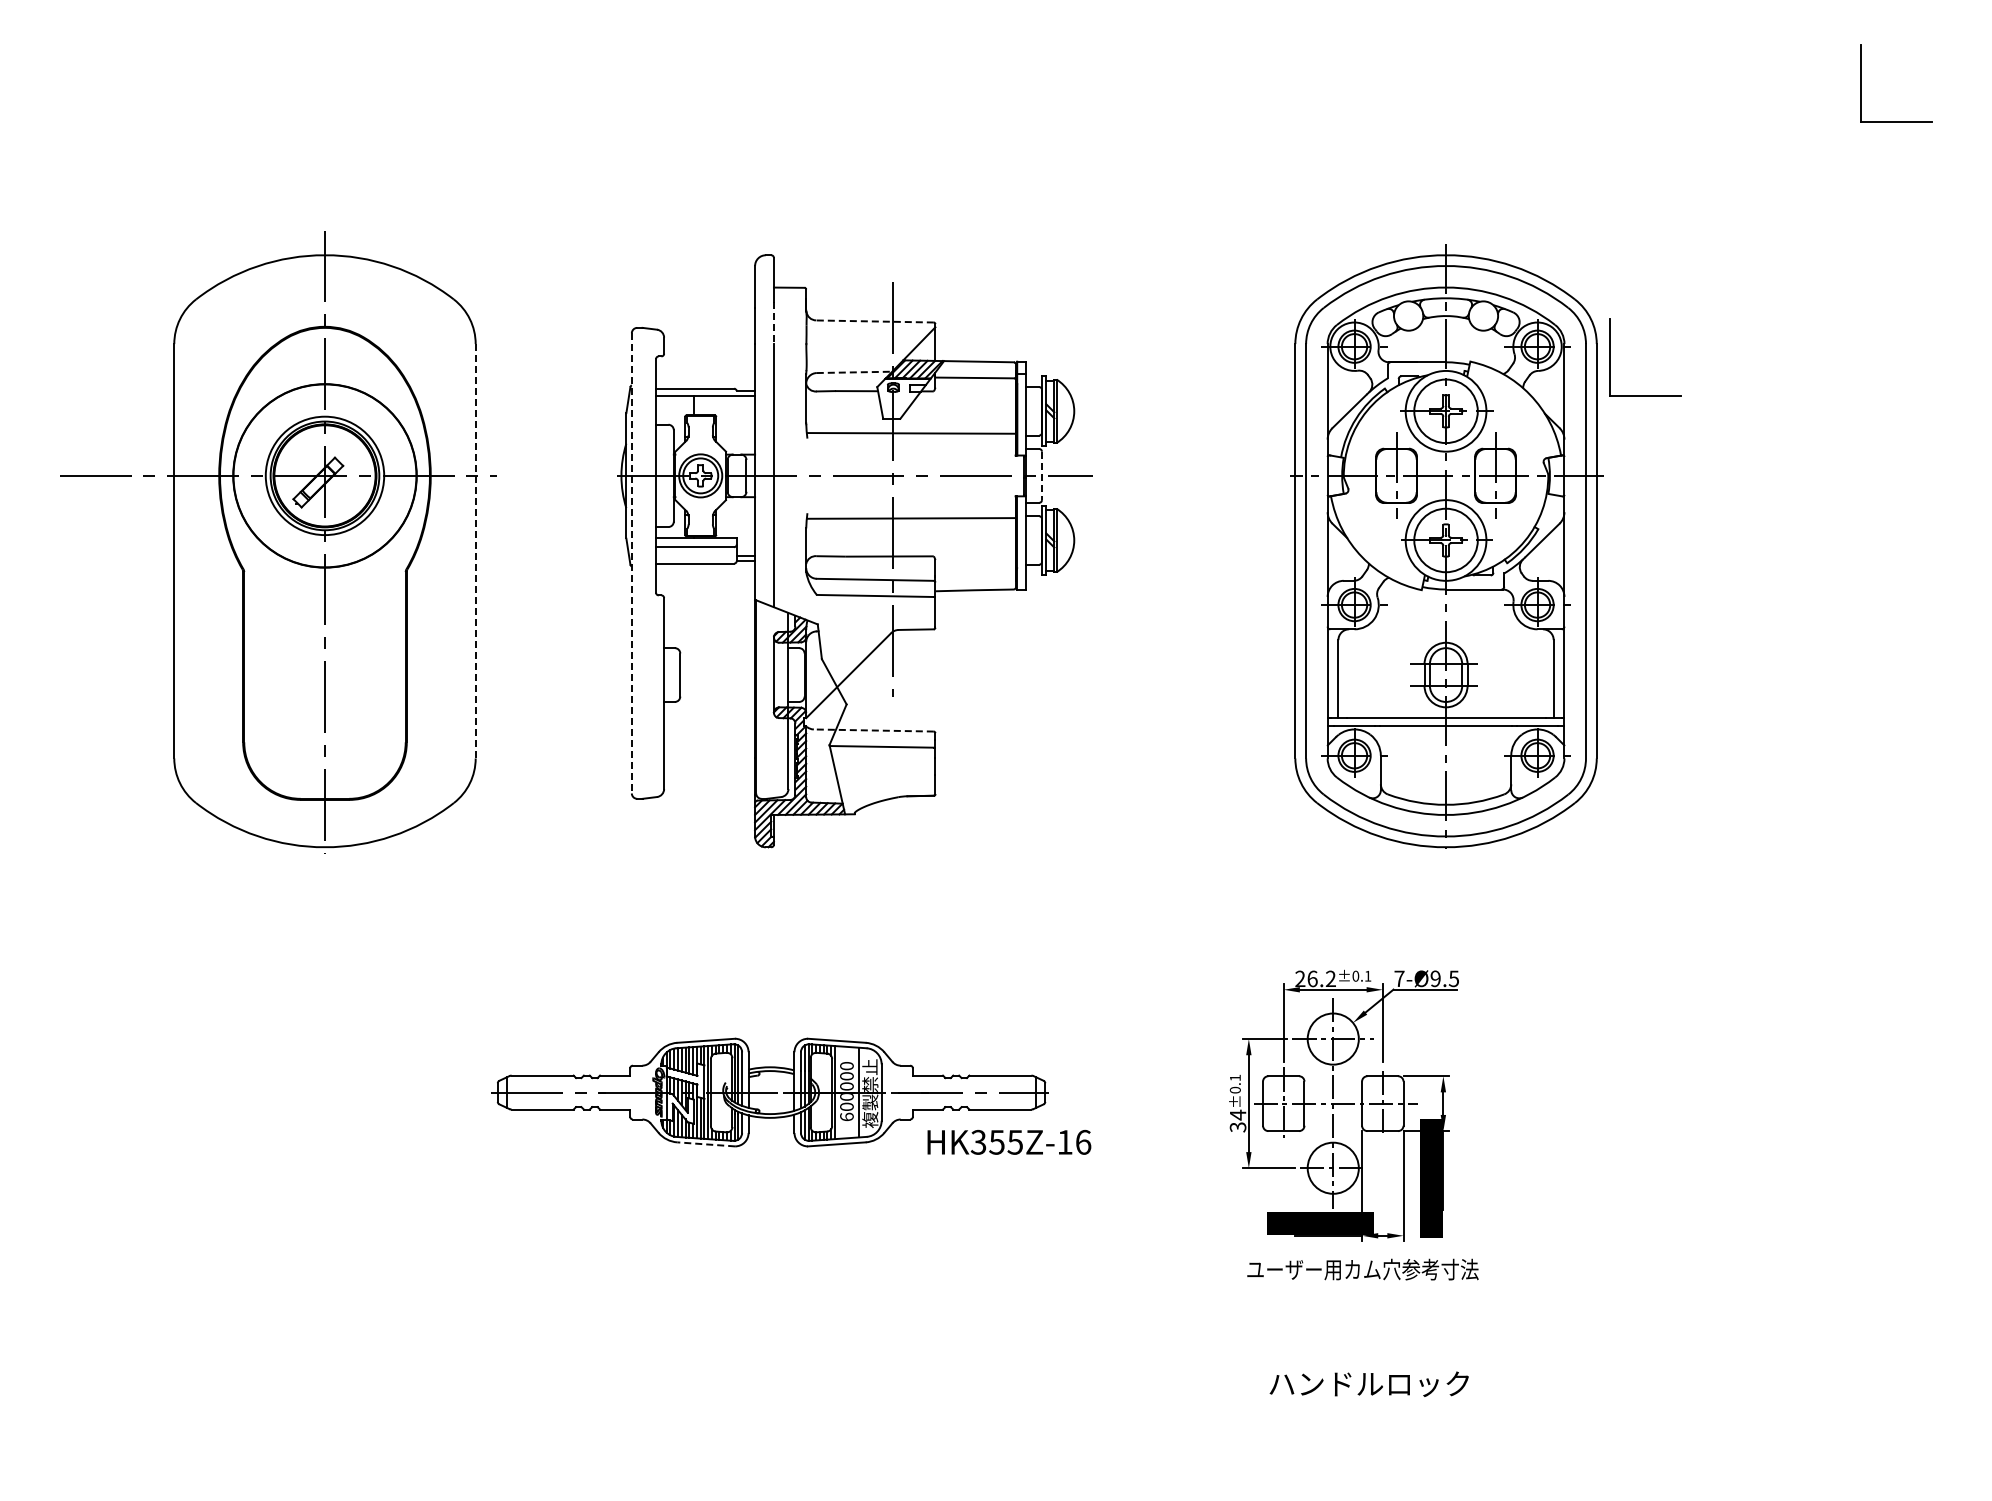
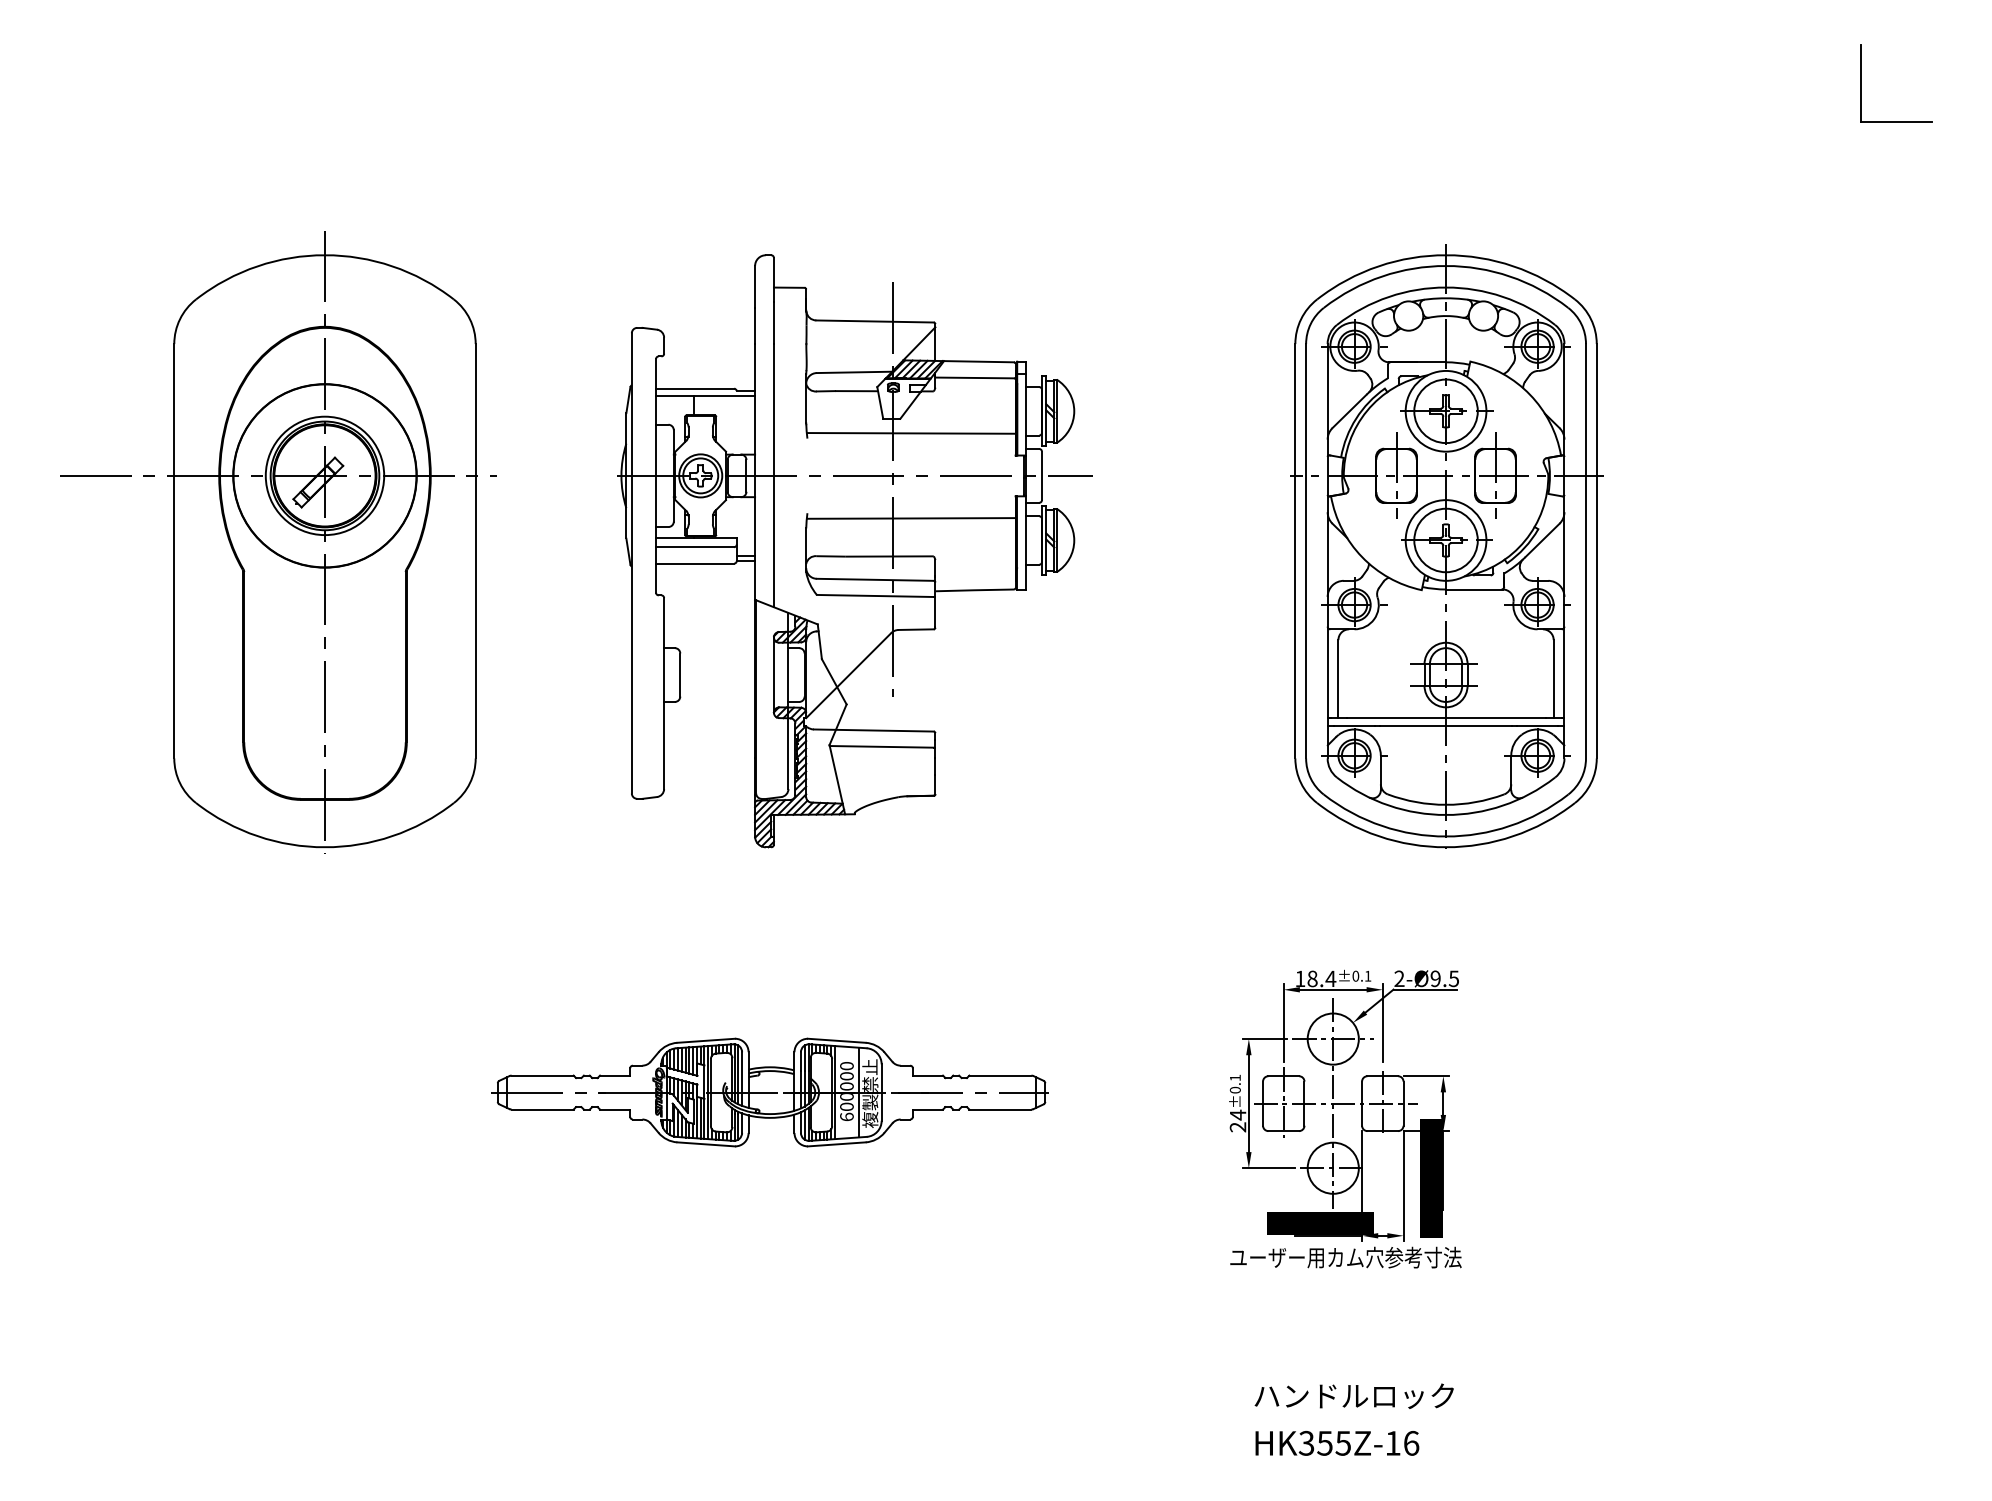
line at (875, 321): dashed -> solid
line at (773, 323): dashed -> solid
part at (1610, 357): present -> none
line at (854, 372): dashed -> solid
line at (1041, 476): dashed -> solid
line at (475, 551): dashed -> solid
line at (631, 563): dashed -> solid
line at (873, 730): dashed -> solid
text at (1315, 978): 26.2 -> 18.4
text at (1399, 978): 7-Ø9.5 -> 2-Ø9.5
text at (1238, 1127): 34 -> 24
text at (1009, 1142) position: (1009, 1142) -> (1337, 1443)
line at (706, 1144): dashed -> solid
text at (1362, 1269) position: (1362, 1269) -> (1345, 1257)
text at (1368, 1383) position: (1368, 1383) -> (1353, 1395)
